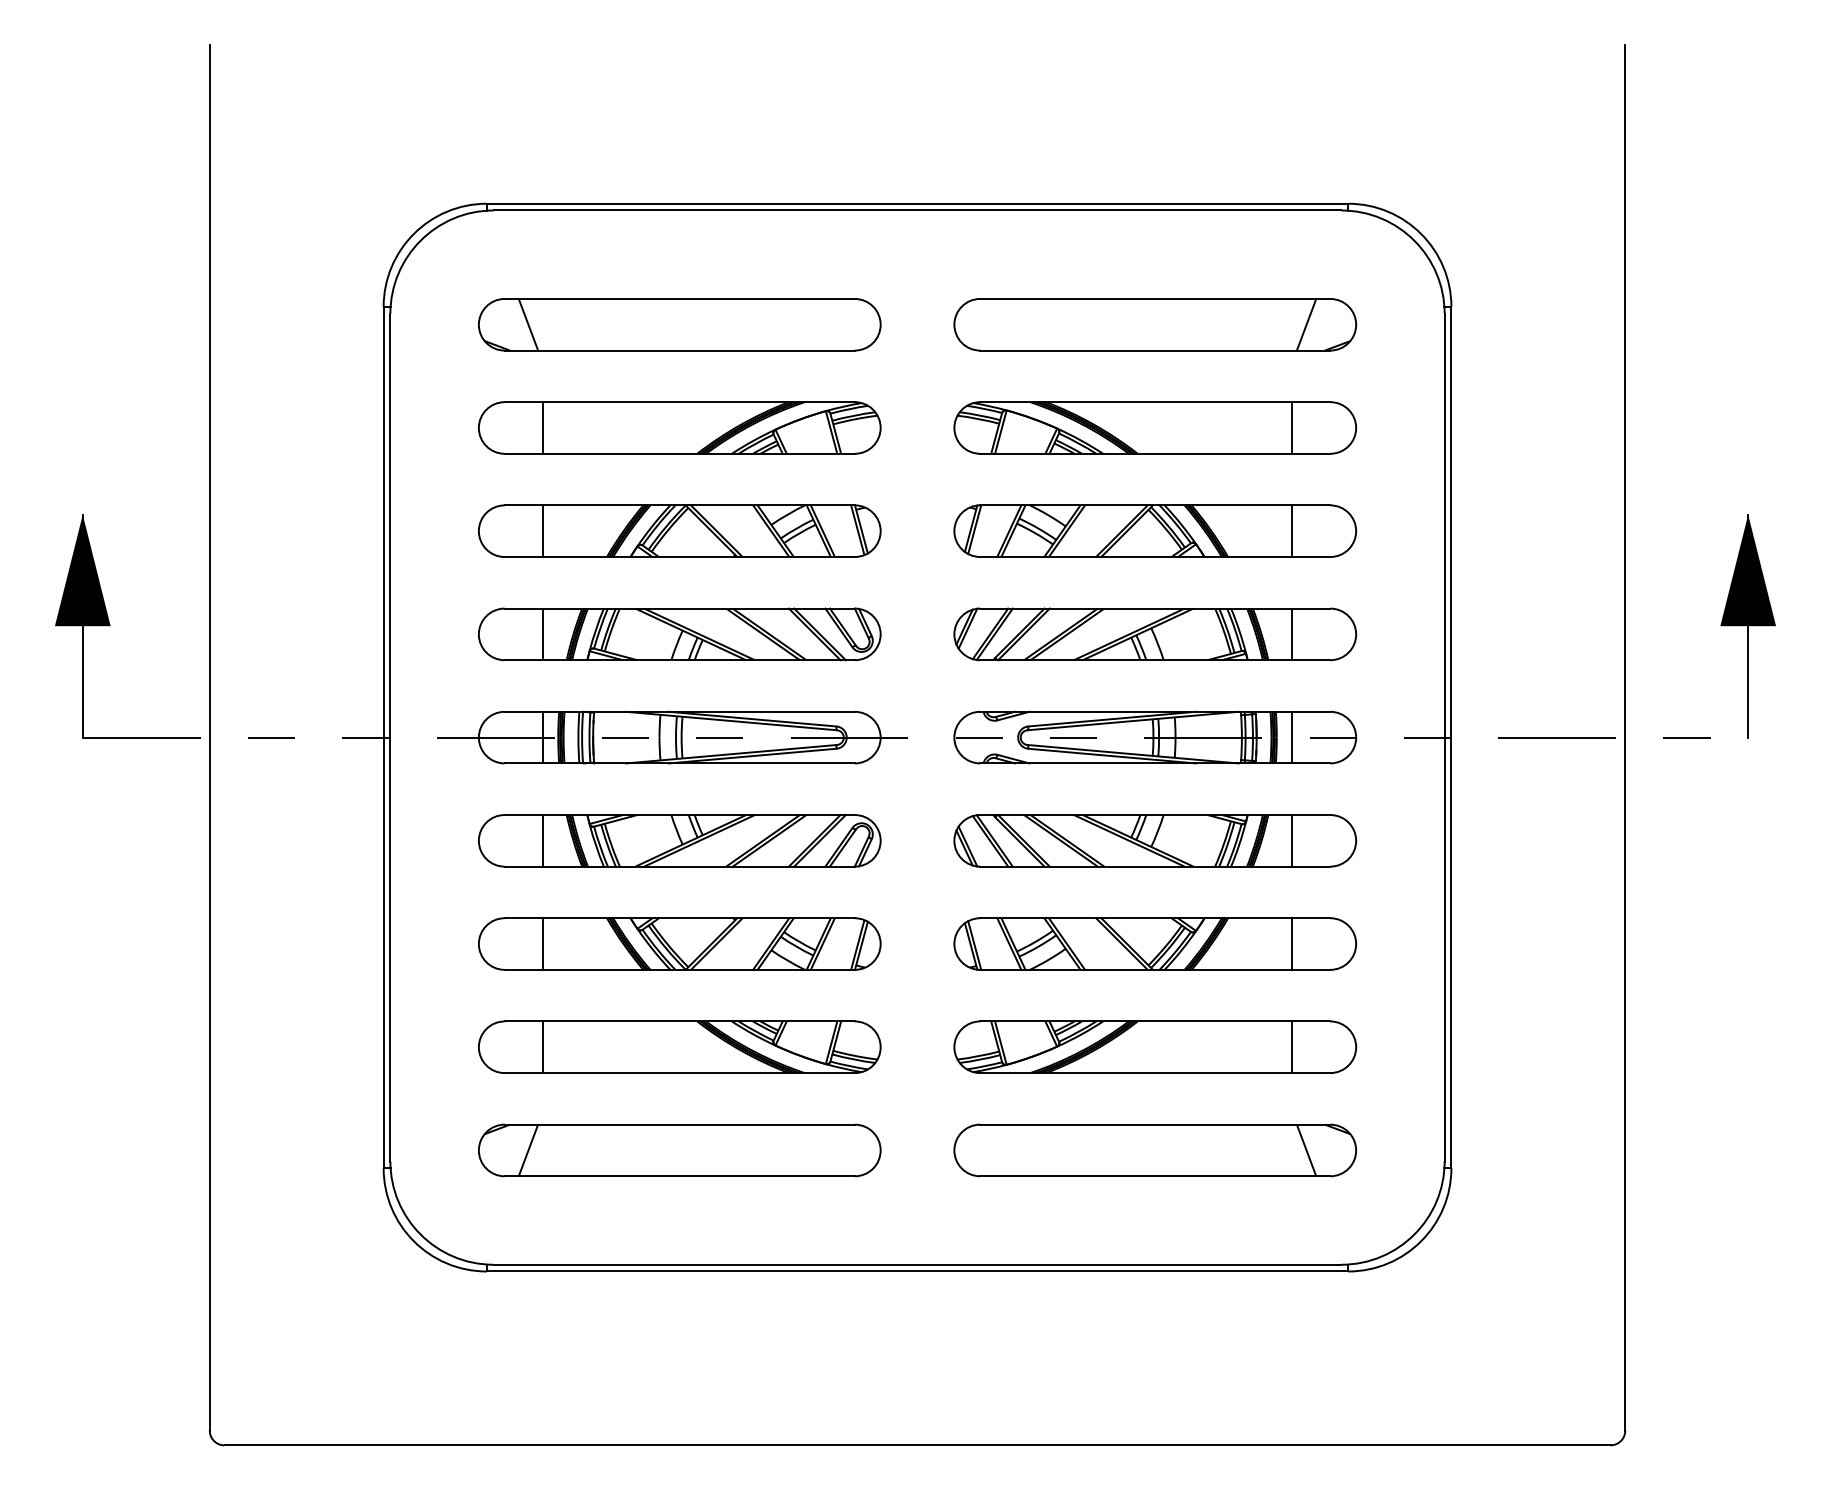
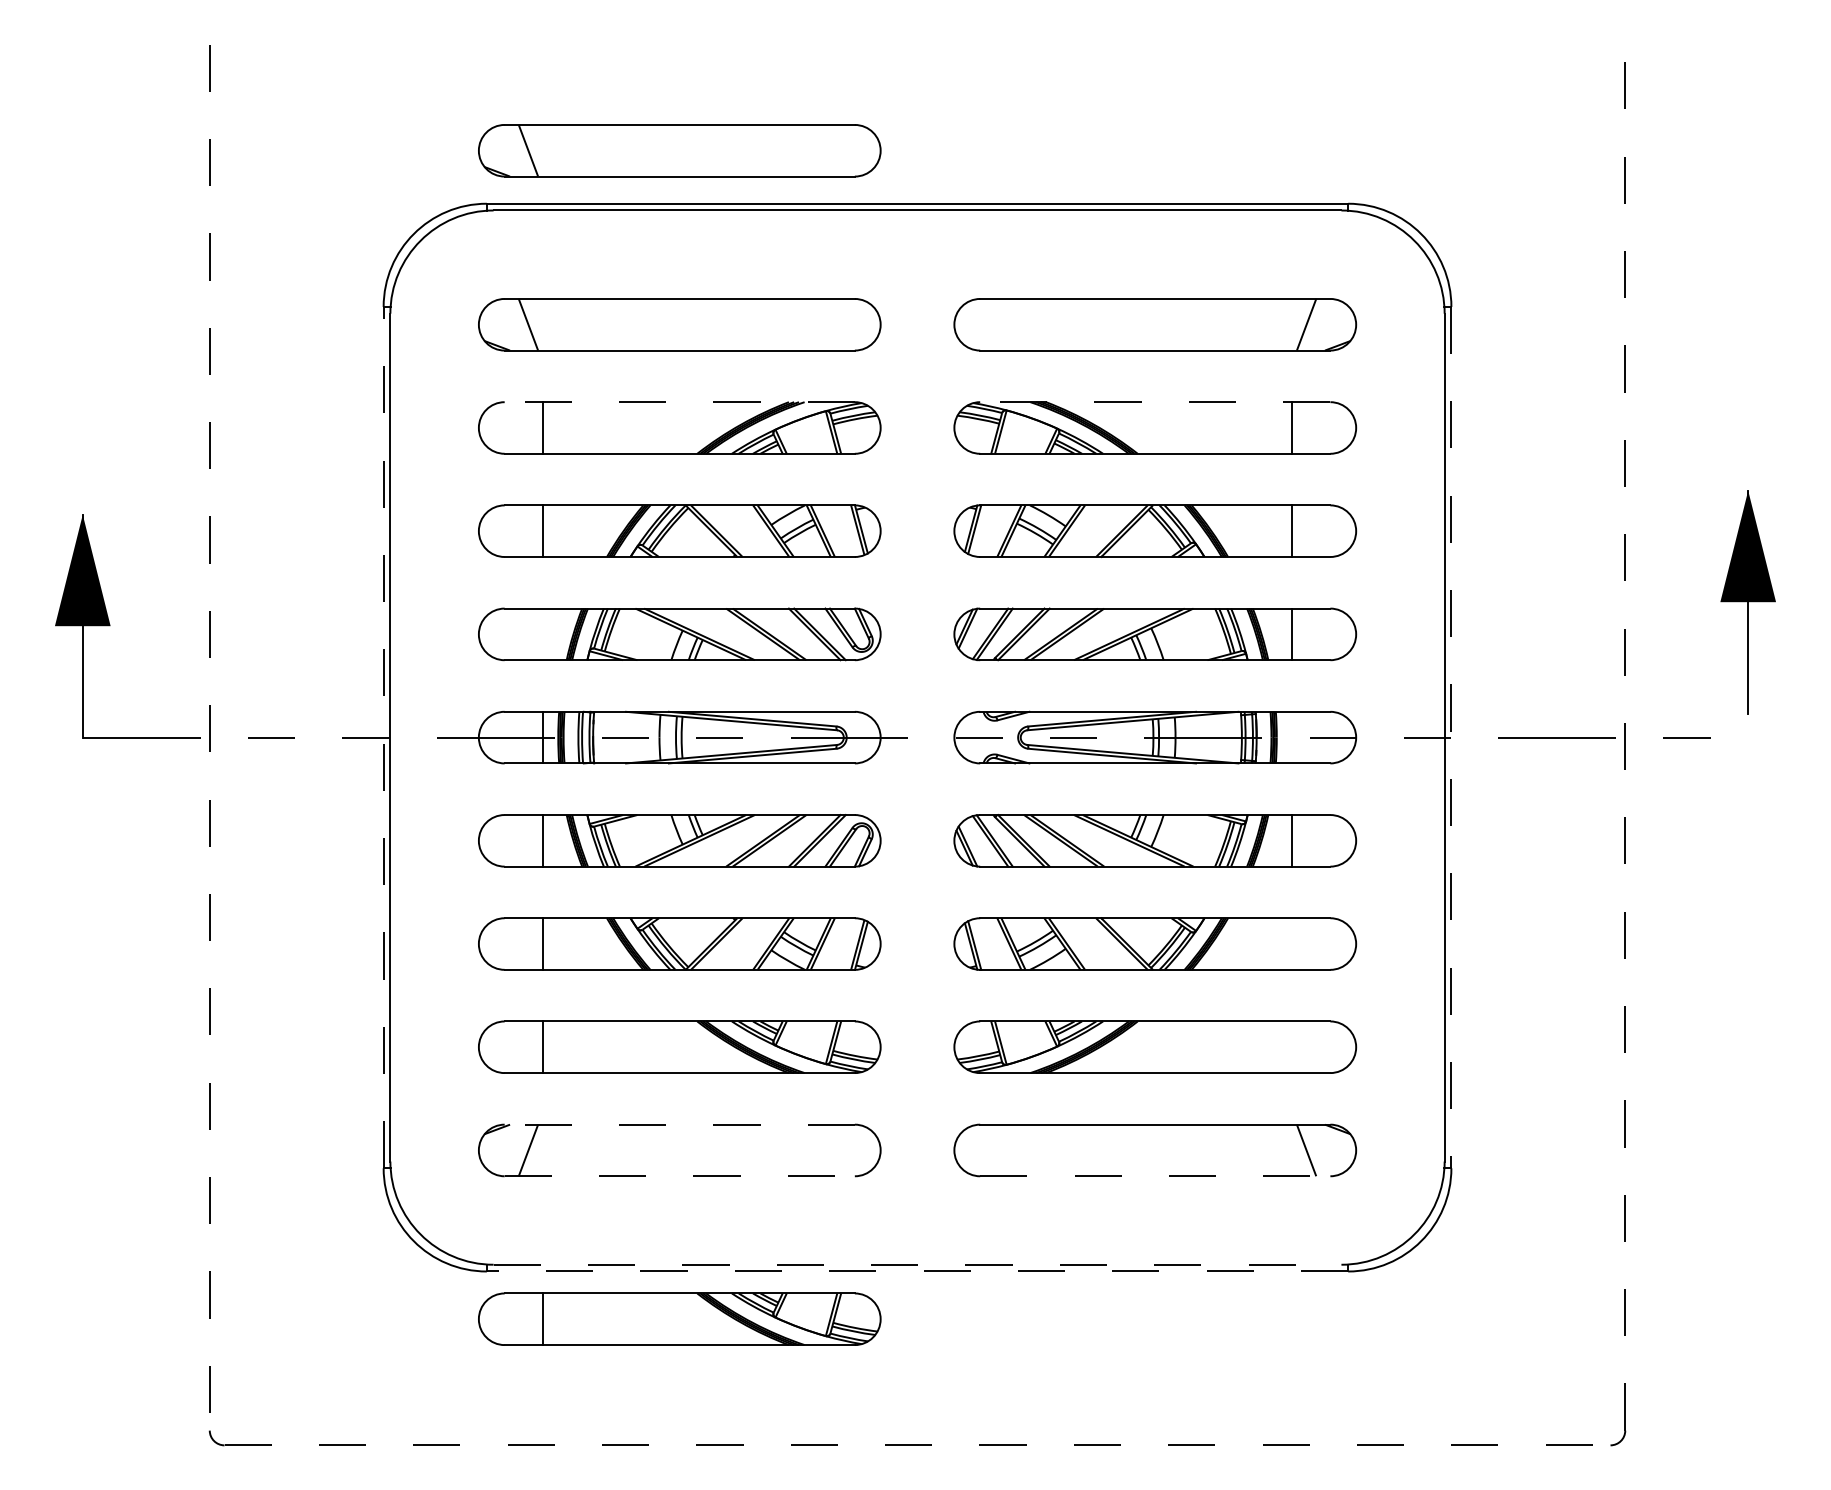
part at (679, 150): none -> present
line at (679, 402): solid -> dashed
line at (1154, 402): solid -> dashed
part at (1747, 626) position: (1747, 626) -> (1747, 602)
line at (542, 634): present -> none
line at (209, 737): solid -> dashed
line at (383, 737): solid -> dashed
line at (1292, 737): present -> none
line at (1451, 737): solid -> dashed
line at (1625, 737): solid -> dashed
line at (1292, 943): present -> none
line at (1292, 1047): present -> none
line at (679, 1124): solid -> dashed
line at (680, 1176): solid -> dashed
line at (1155, 1176): solid -> dashed
line at (917, 1264): solid -> dashed
line at (917, 1271): solid -> dashed
part at (679, 1318): none -> present
line at (917, 1445): solid -> dashed
